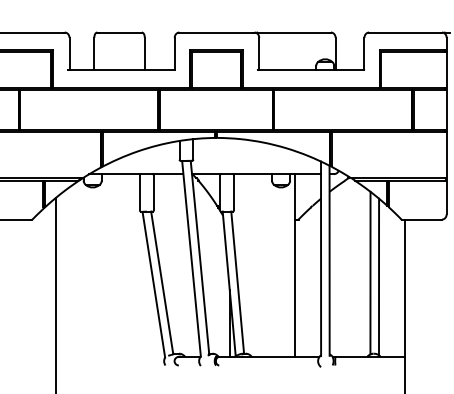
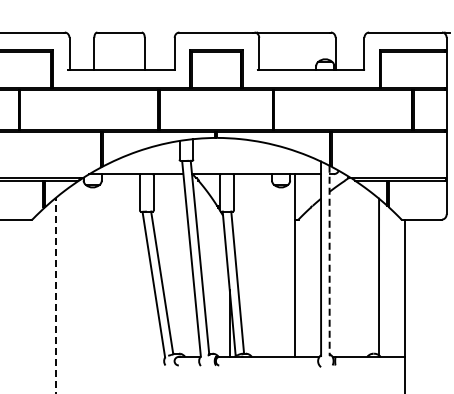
line at (329, 260): solid -> dashed
line at (370, 272): present -> none
line at (56, 295): solid -> dashed
